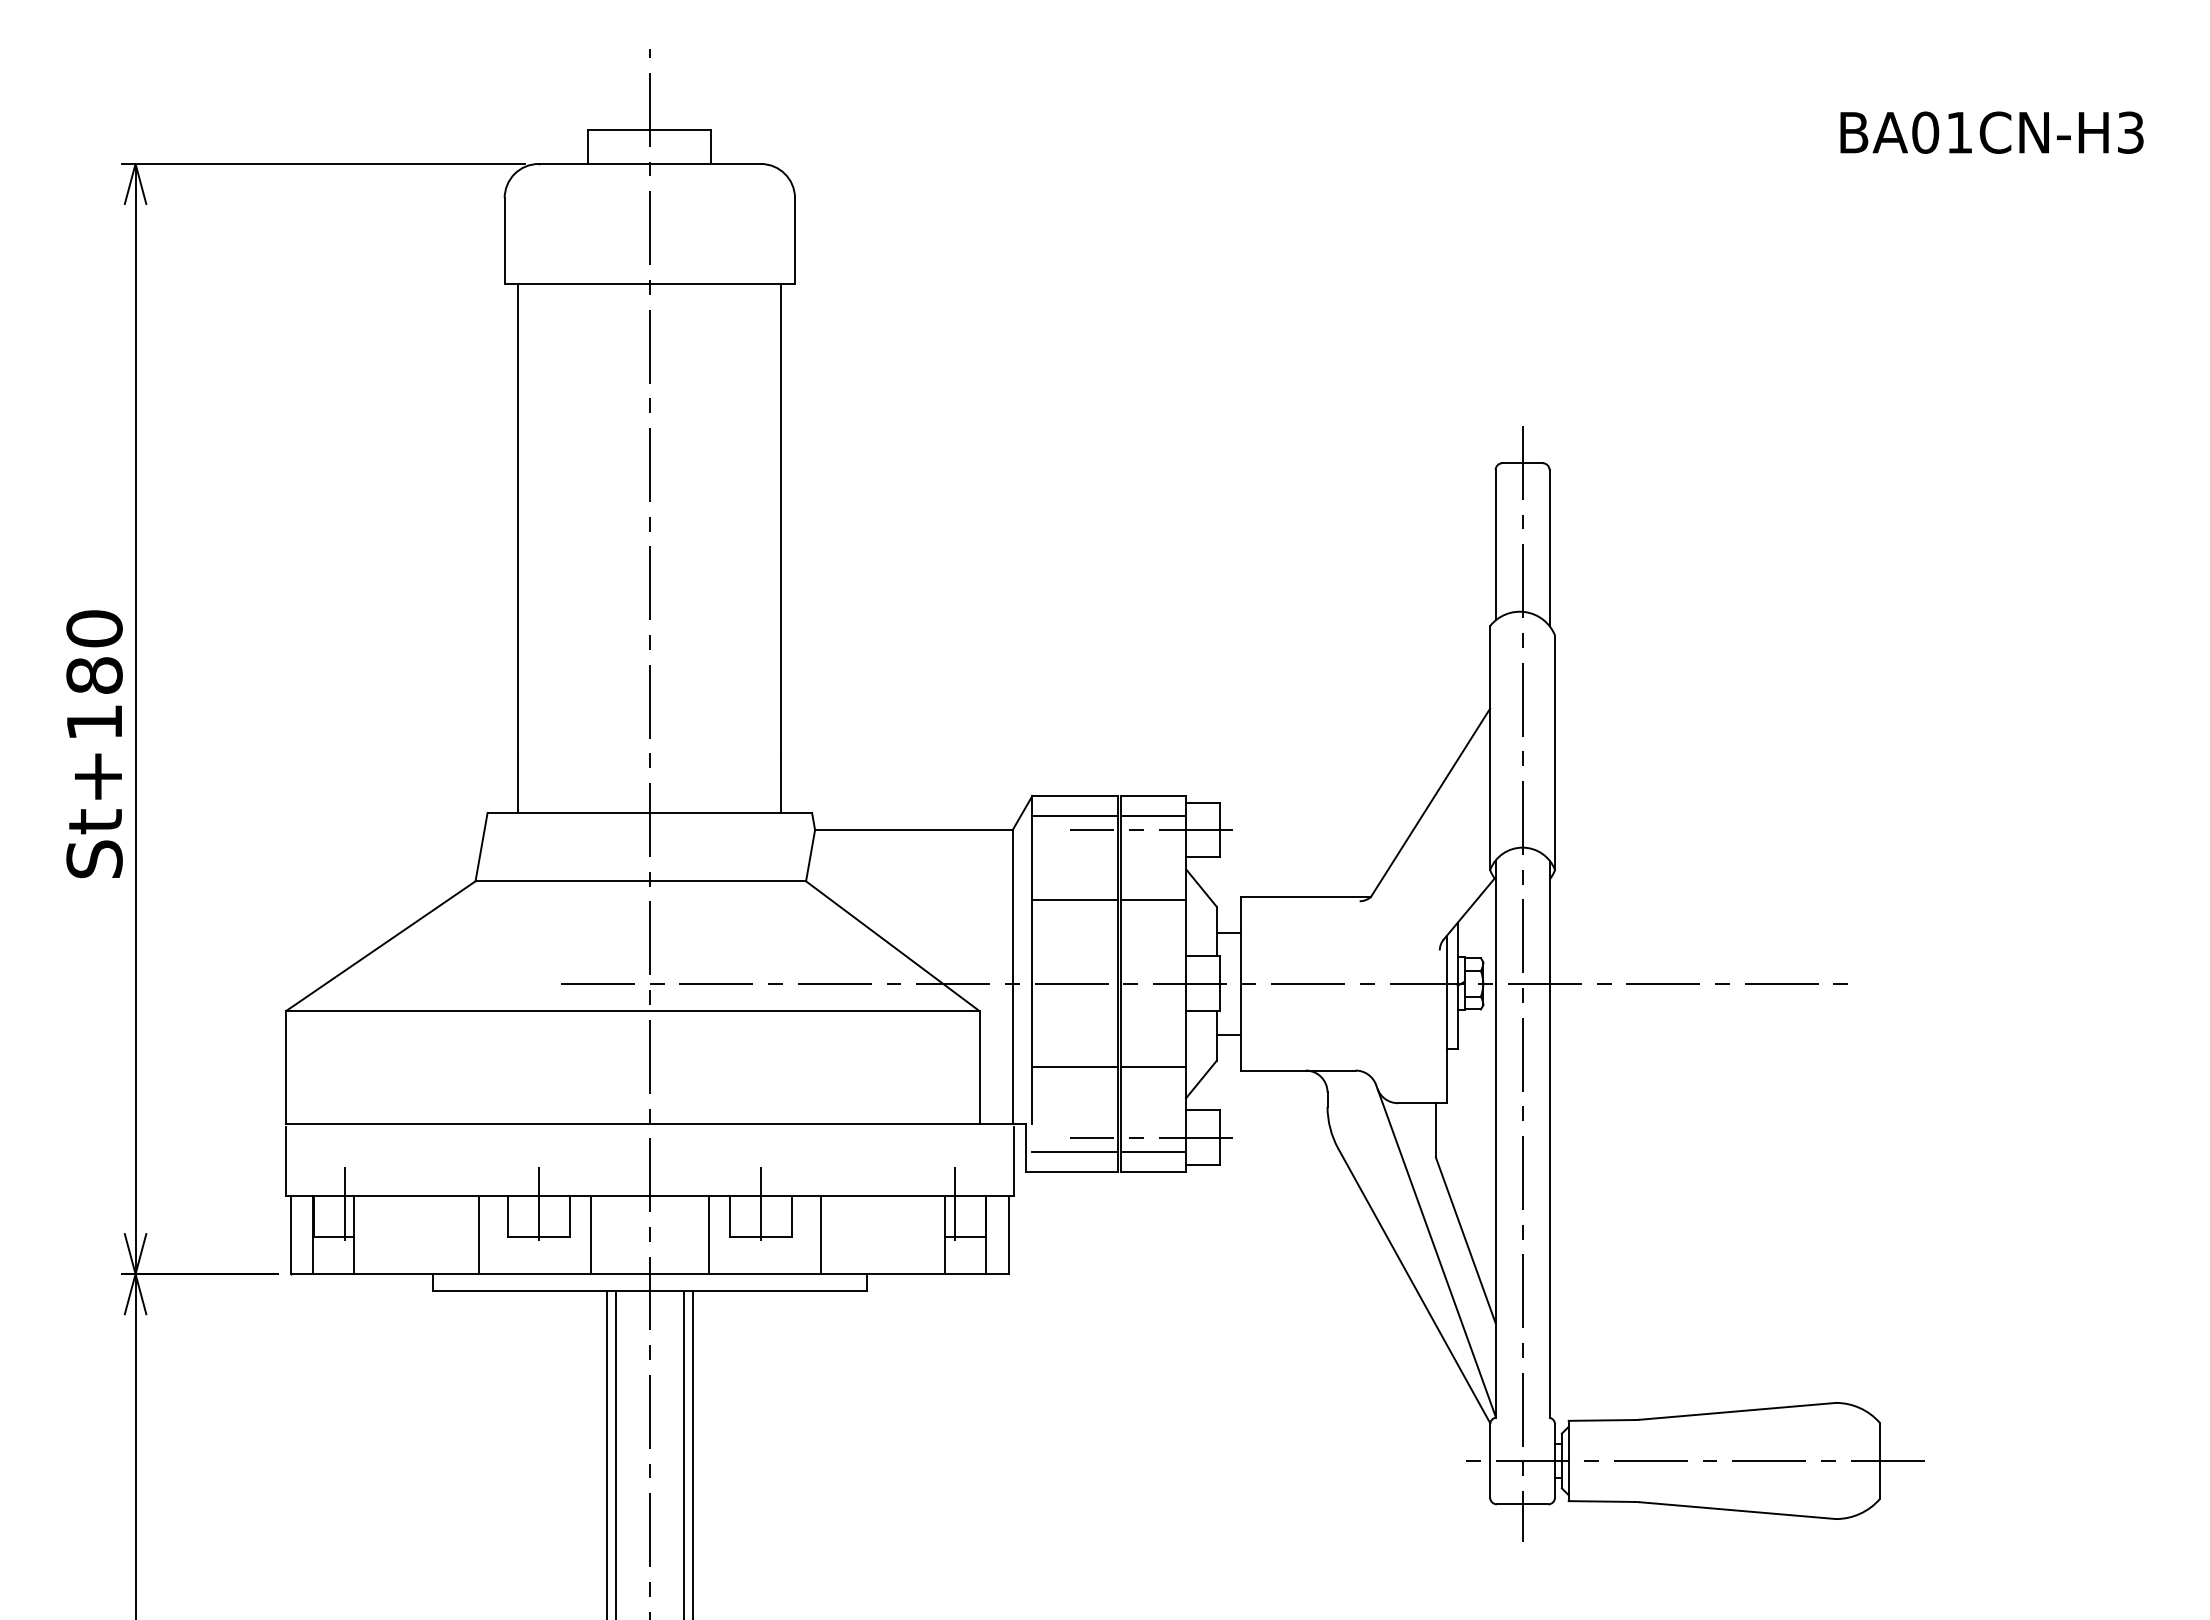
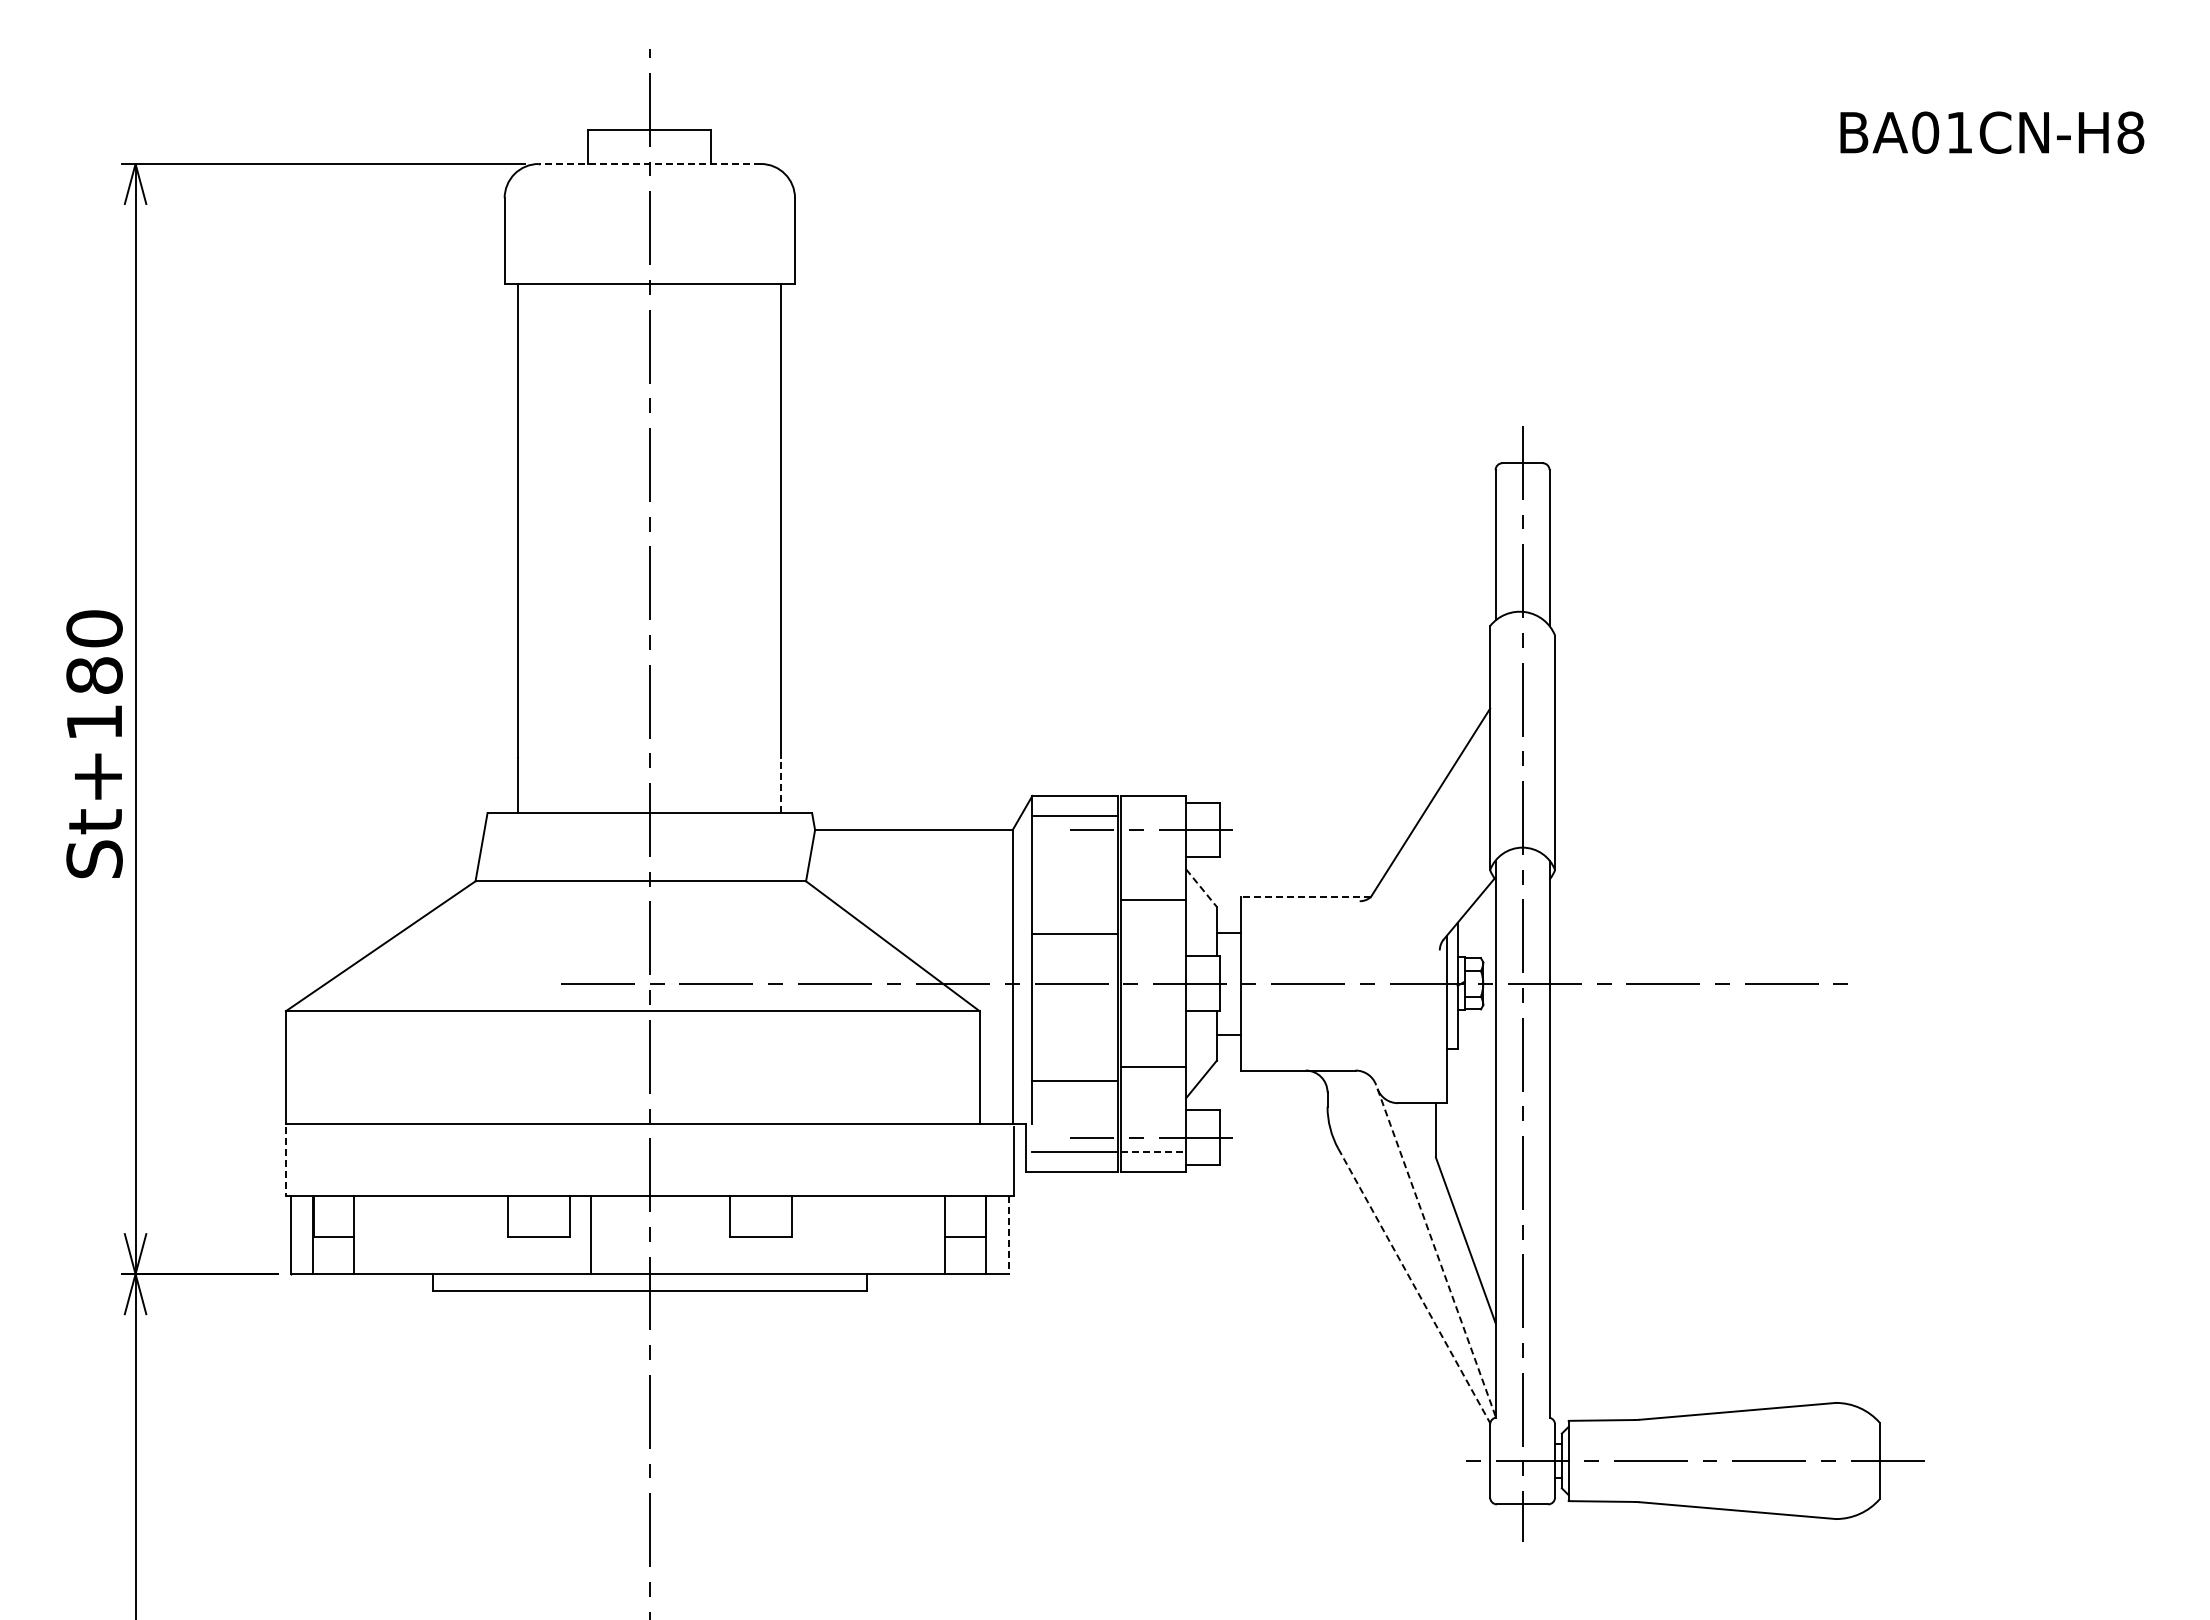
text at (2130, 132): BA01CN-H3 -> BA01CN-H8
line at (649, 163): solid -> dashed
line at (781, 785): solid -> dashed
line at (1153, 815): present -> none
line at (1201, 888): solid -> dashed
line at (1305, 897): solid -> dashed
line at (1074, 900) position: (1074, 900) -> (1074, 934)
line at (1074, 1067) position: (1074, 1067) -> (1074, 1081)
line at (1154, 1152): solid -> dashed
line at (286, 1161): solid -> dashed
line at (344, 1207): present -> none
line at (538, 1207): present -> none
line at (760, 1207): present -> none
line at (954, 1207): present -> none
line at (478, 1234): present -> none
line at (708, 1234): present -> none
line at (821, 1234): present -> none
line at (1008, 1235): solid -> dashed
line at (1435, 1250): solid -> dashed
line at (1414, 1285): solid -> dashed
line at (607, 1453): present -> none
line at (615, 1453): present -> none
line at (684, 1453): present -> none
line at (692, 1453): present -> none
